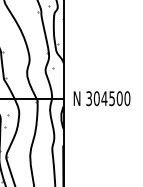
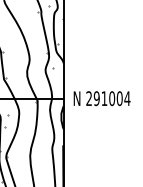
text at (108, 98): 304500 -> 291004
